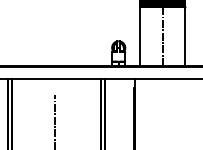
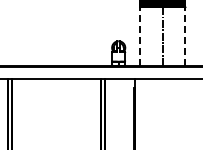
line at (140, 36): solid -> dashed
line at (185, 36): solid -> dashed
line at (55, 120): present -> none
